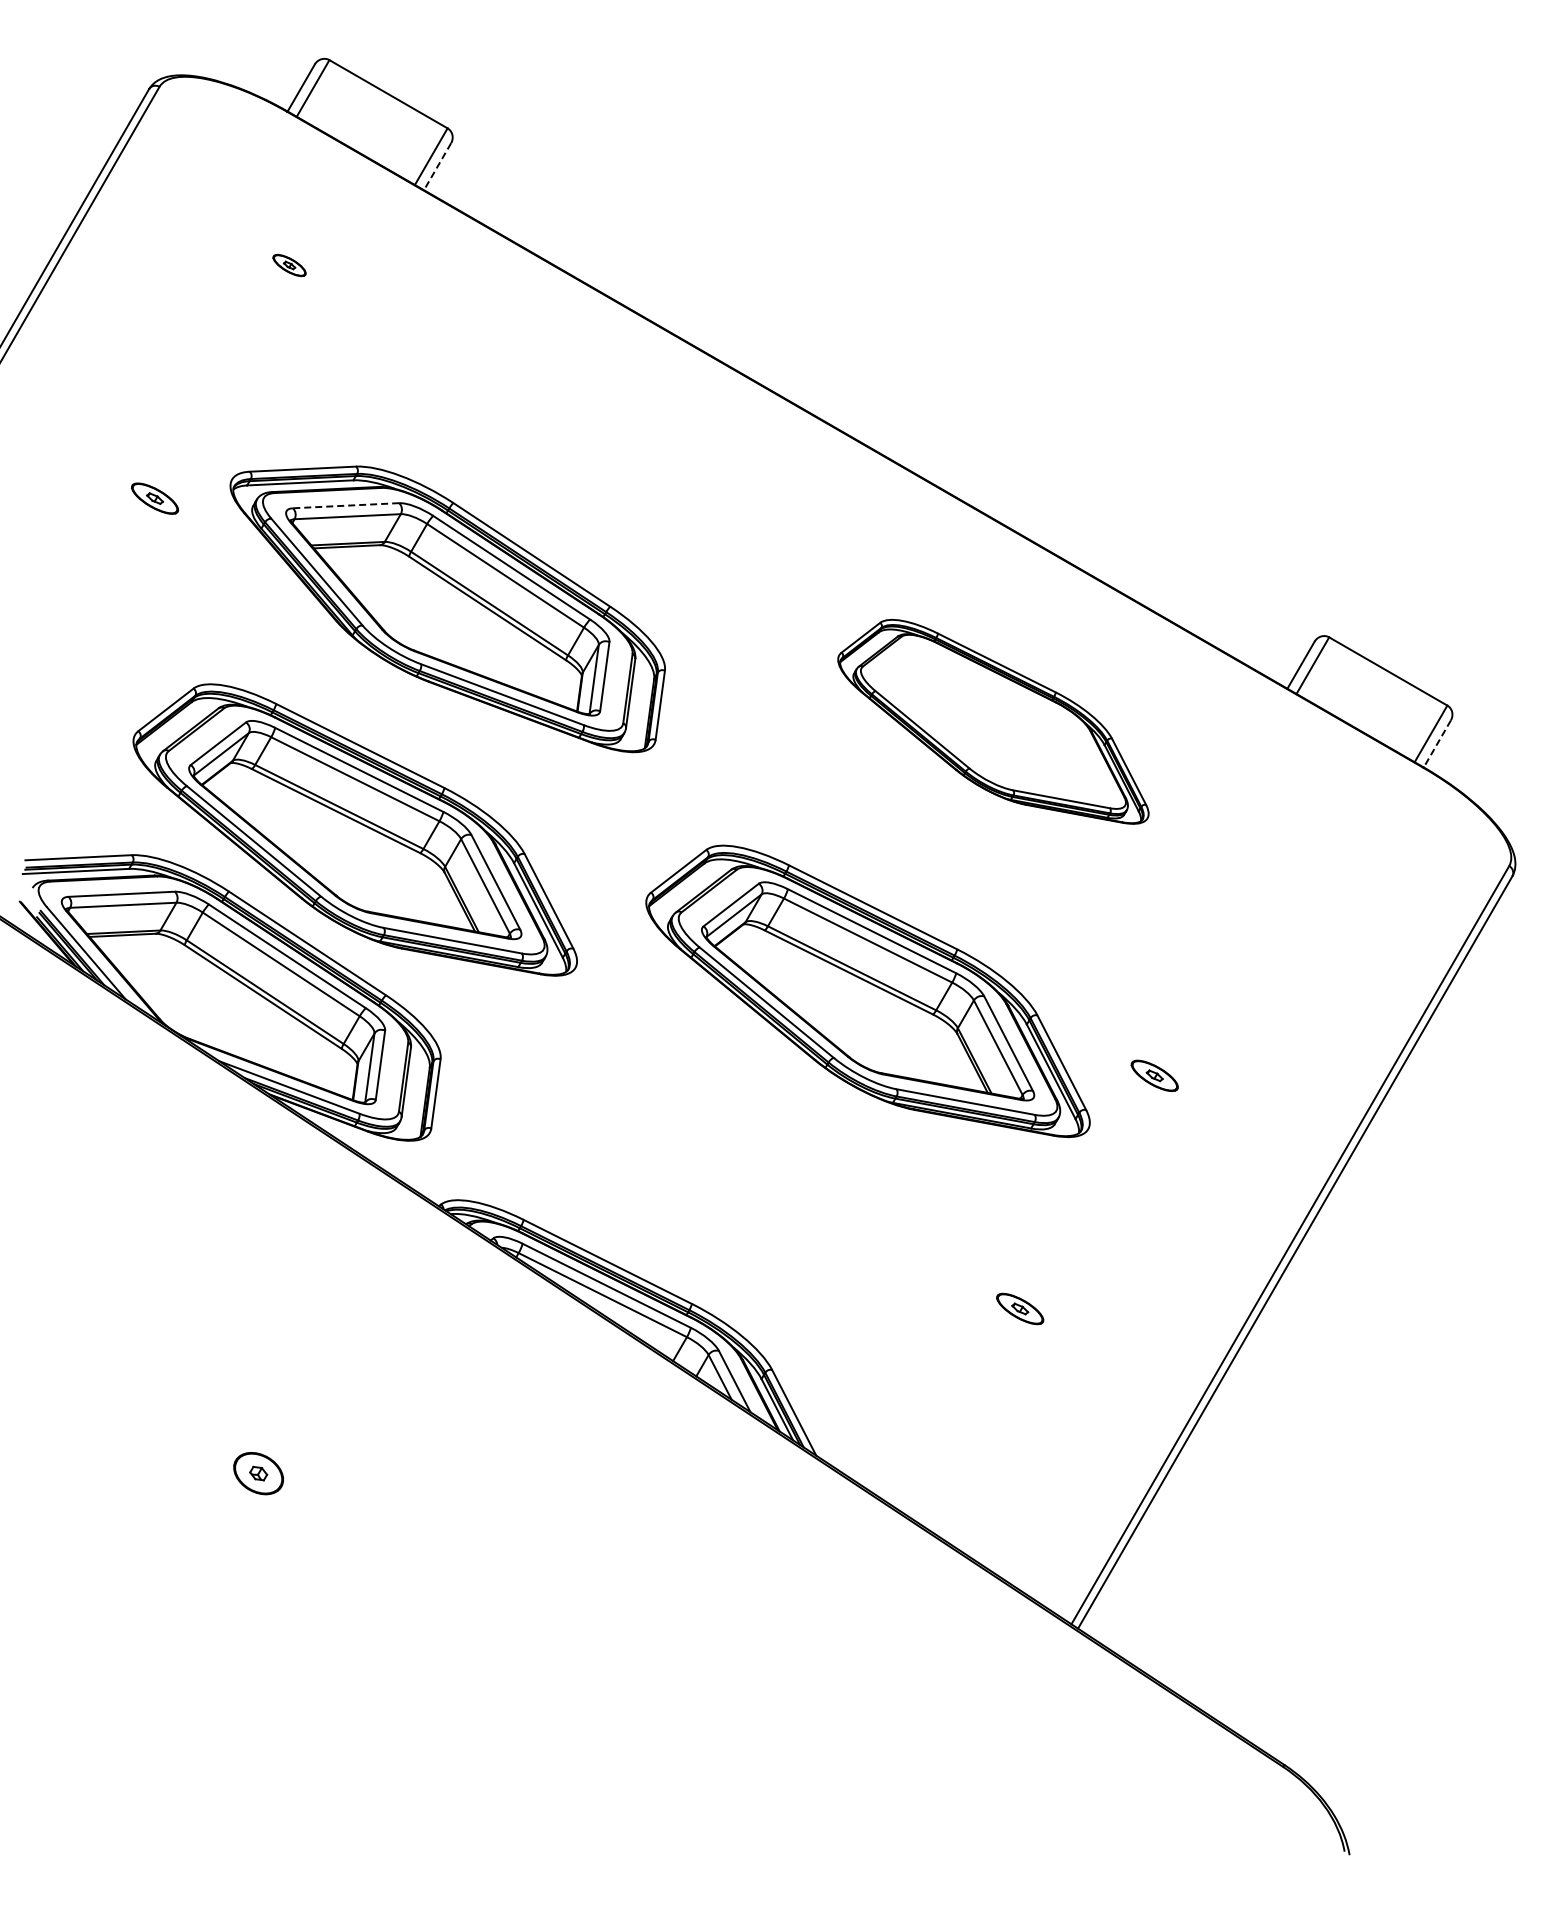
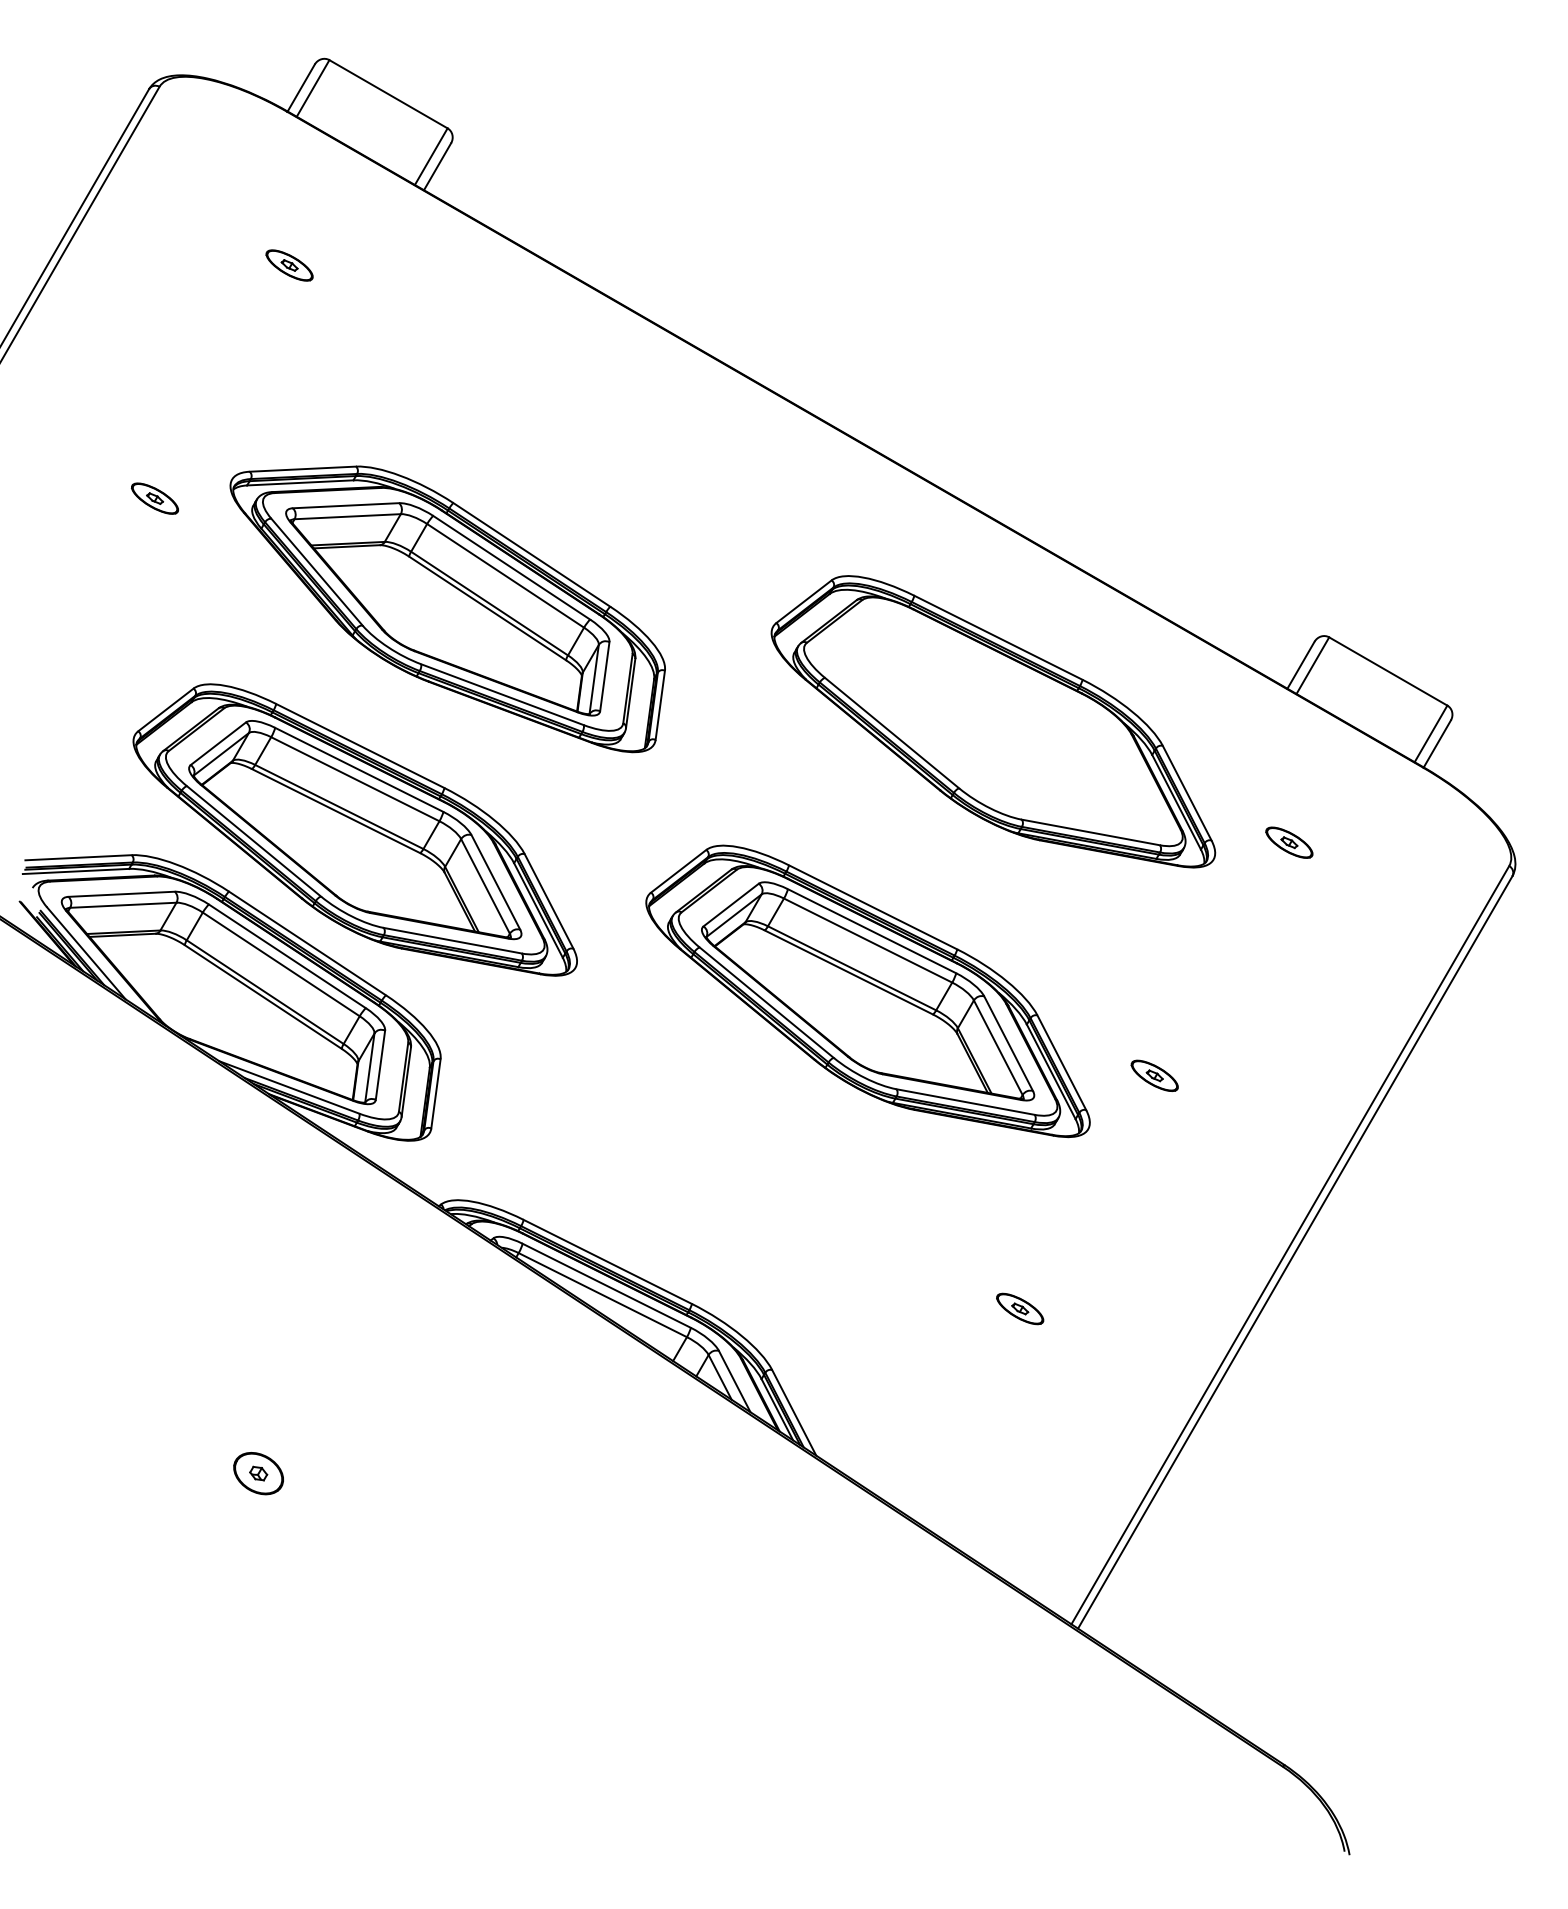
line at (437, 167): dashed -> solid
part at (289, 265) size: 35x24 px -> 49x33 px
line at (345, 505): dashed -> solid
part at (993, 721) size: 313x207 px -> 447x294 px
line at (1437, 744): dashed -> solid
part at (1289, 842): none -> present
